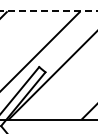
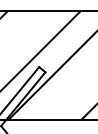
line at (49, 11): dashed -> solid
